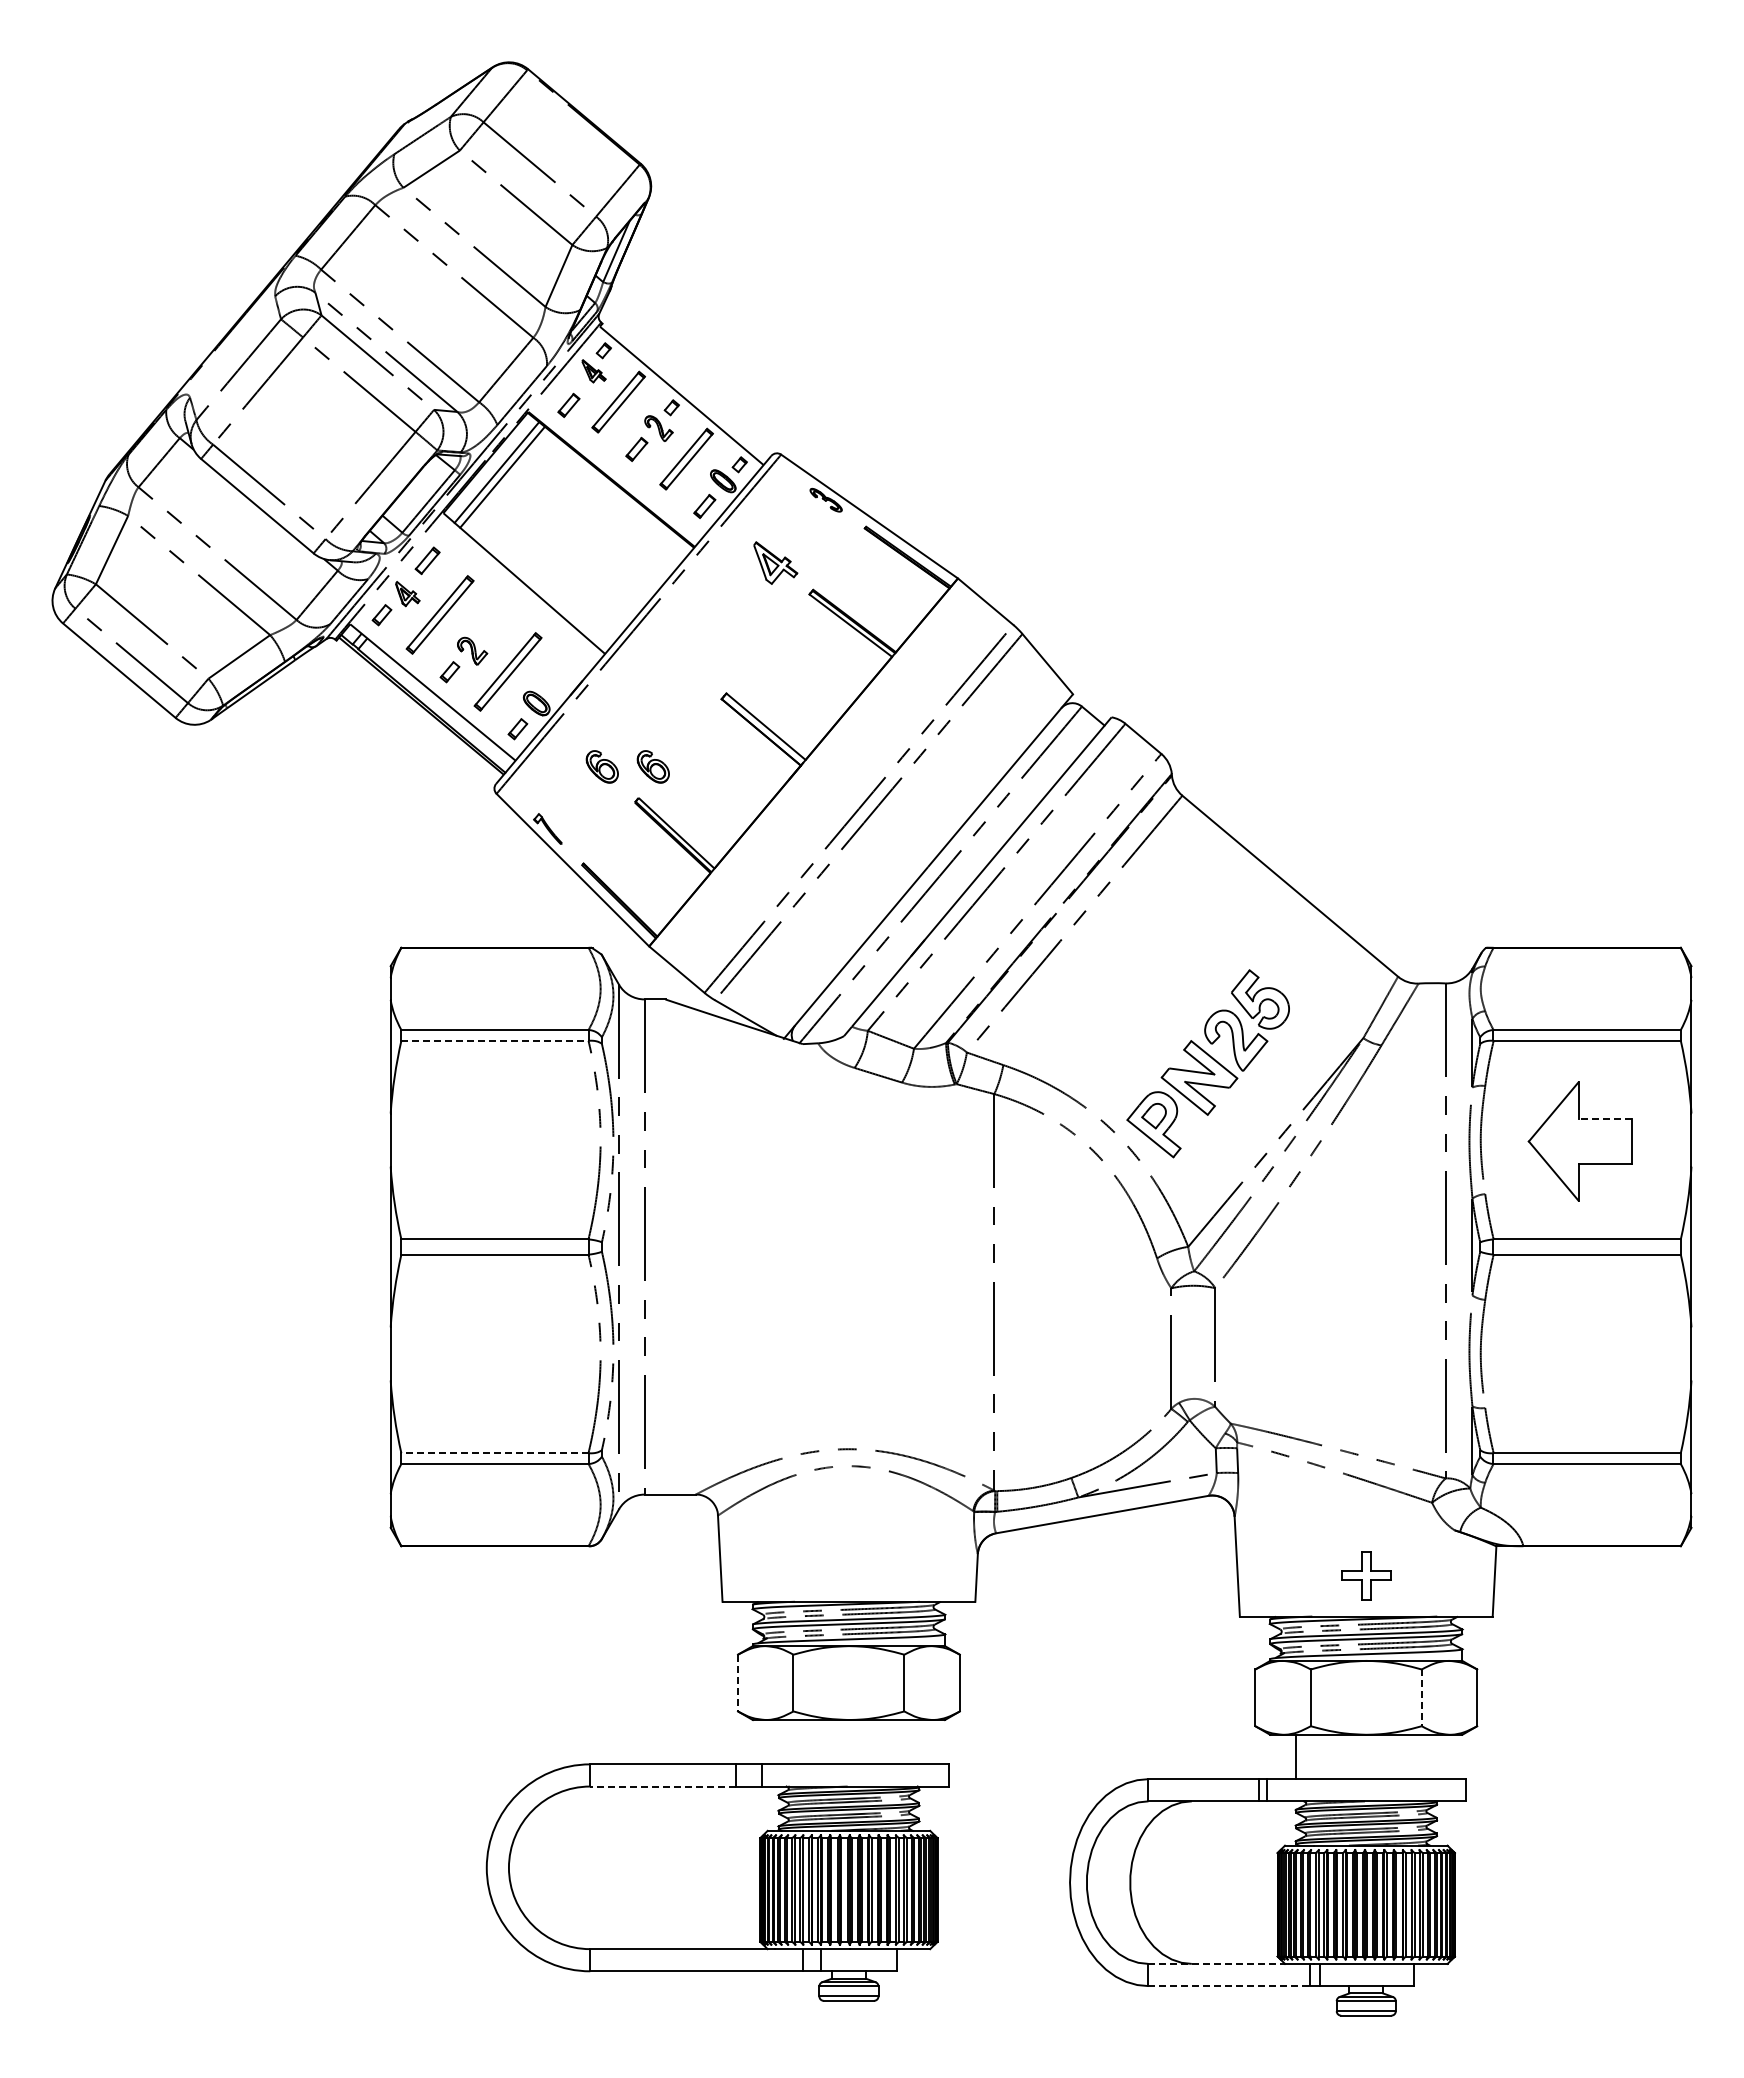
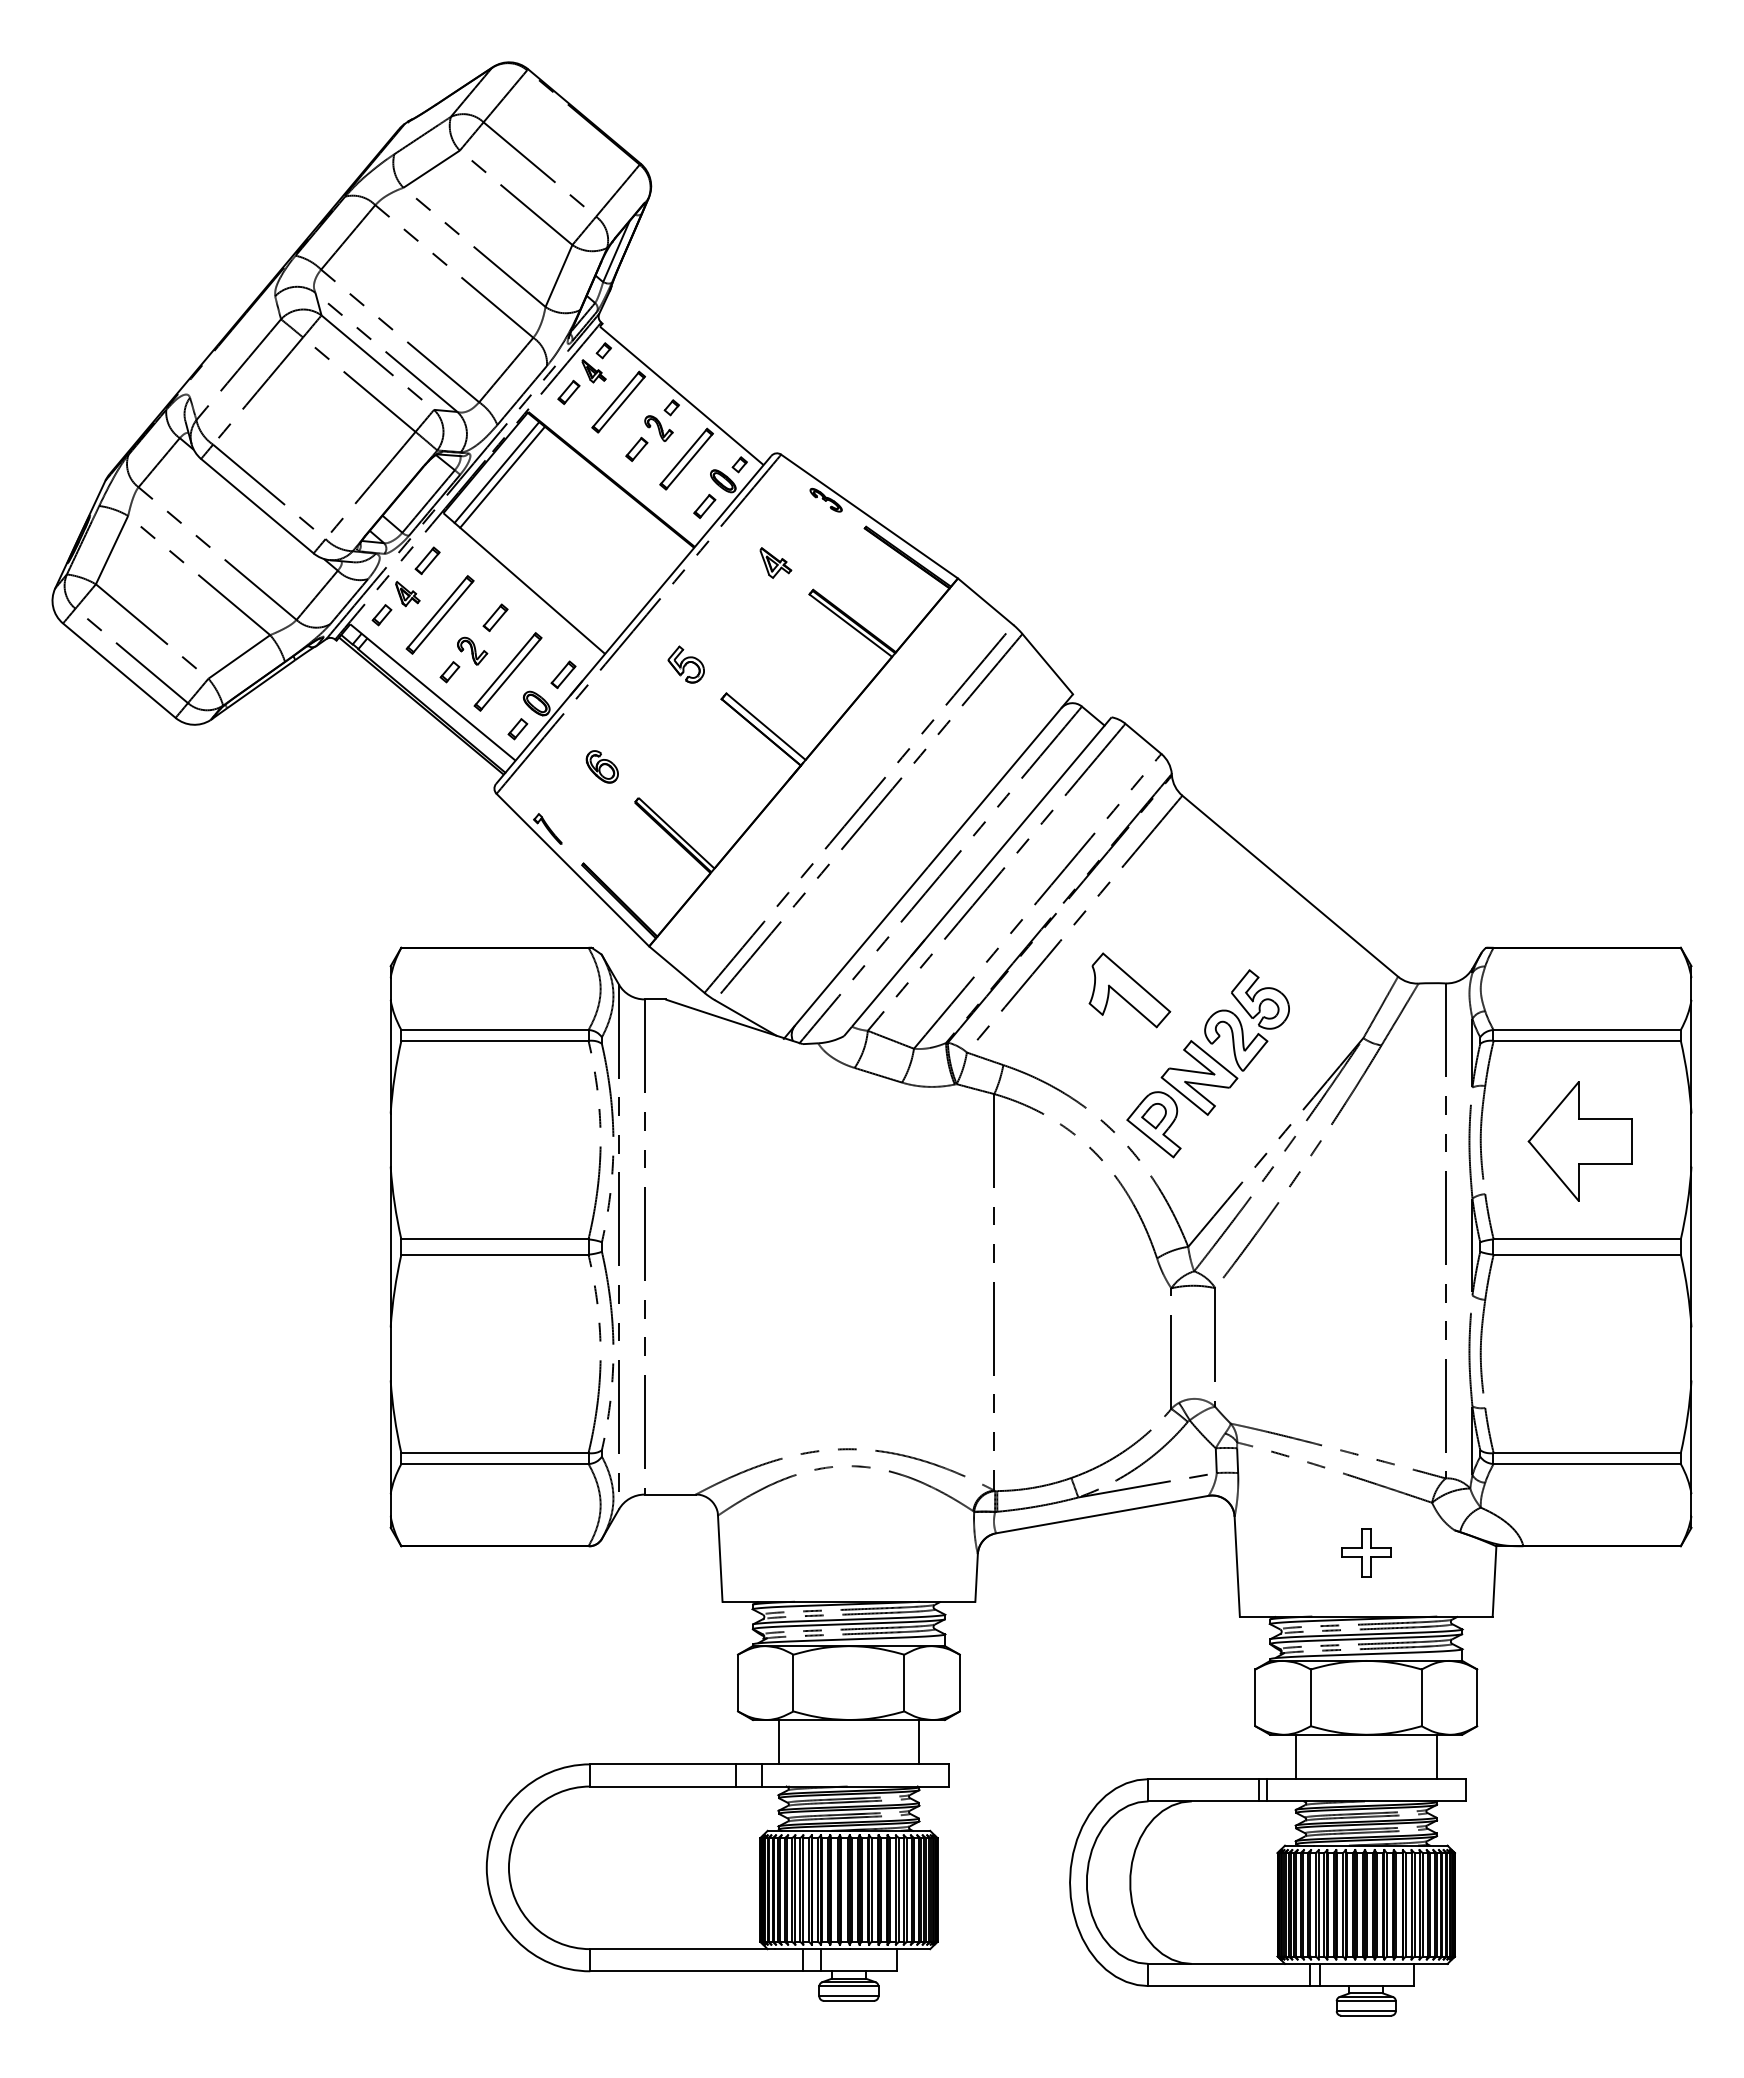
part at (568, 404) position: (568, 404) -> (568, 391)
part at (775, 562) size: 46x44 px -> 34x32 px
part at (495, 617): none -> present
part at (685, 664): none -> present
part at (563, 674): none -> present
part at (652, 766): present -> none
part at (1129, 990): none -> present
line at (494, 1040): dashed -> solid
line at (1605, 1119): dashed -> solid
line at (494, 1453): dashed -> solid
part at (1366, 1575) position: (1366, 1575) -> (1366, 1552)
line at (738, 1683): dashed -> solid
line at (1421, 1698): dashed -> solid
line at (778, 1742): none -> present
line at (919, 1742): none -> present
line at (1436, 1756): none -> present
line at (663, 1786): dashed -> solid
line at (1217, 1963): dashed -> solid
line at (1229, 1986): dashed -> solid
